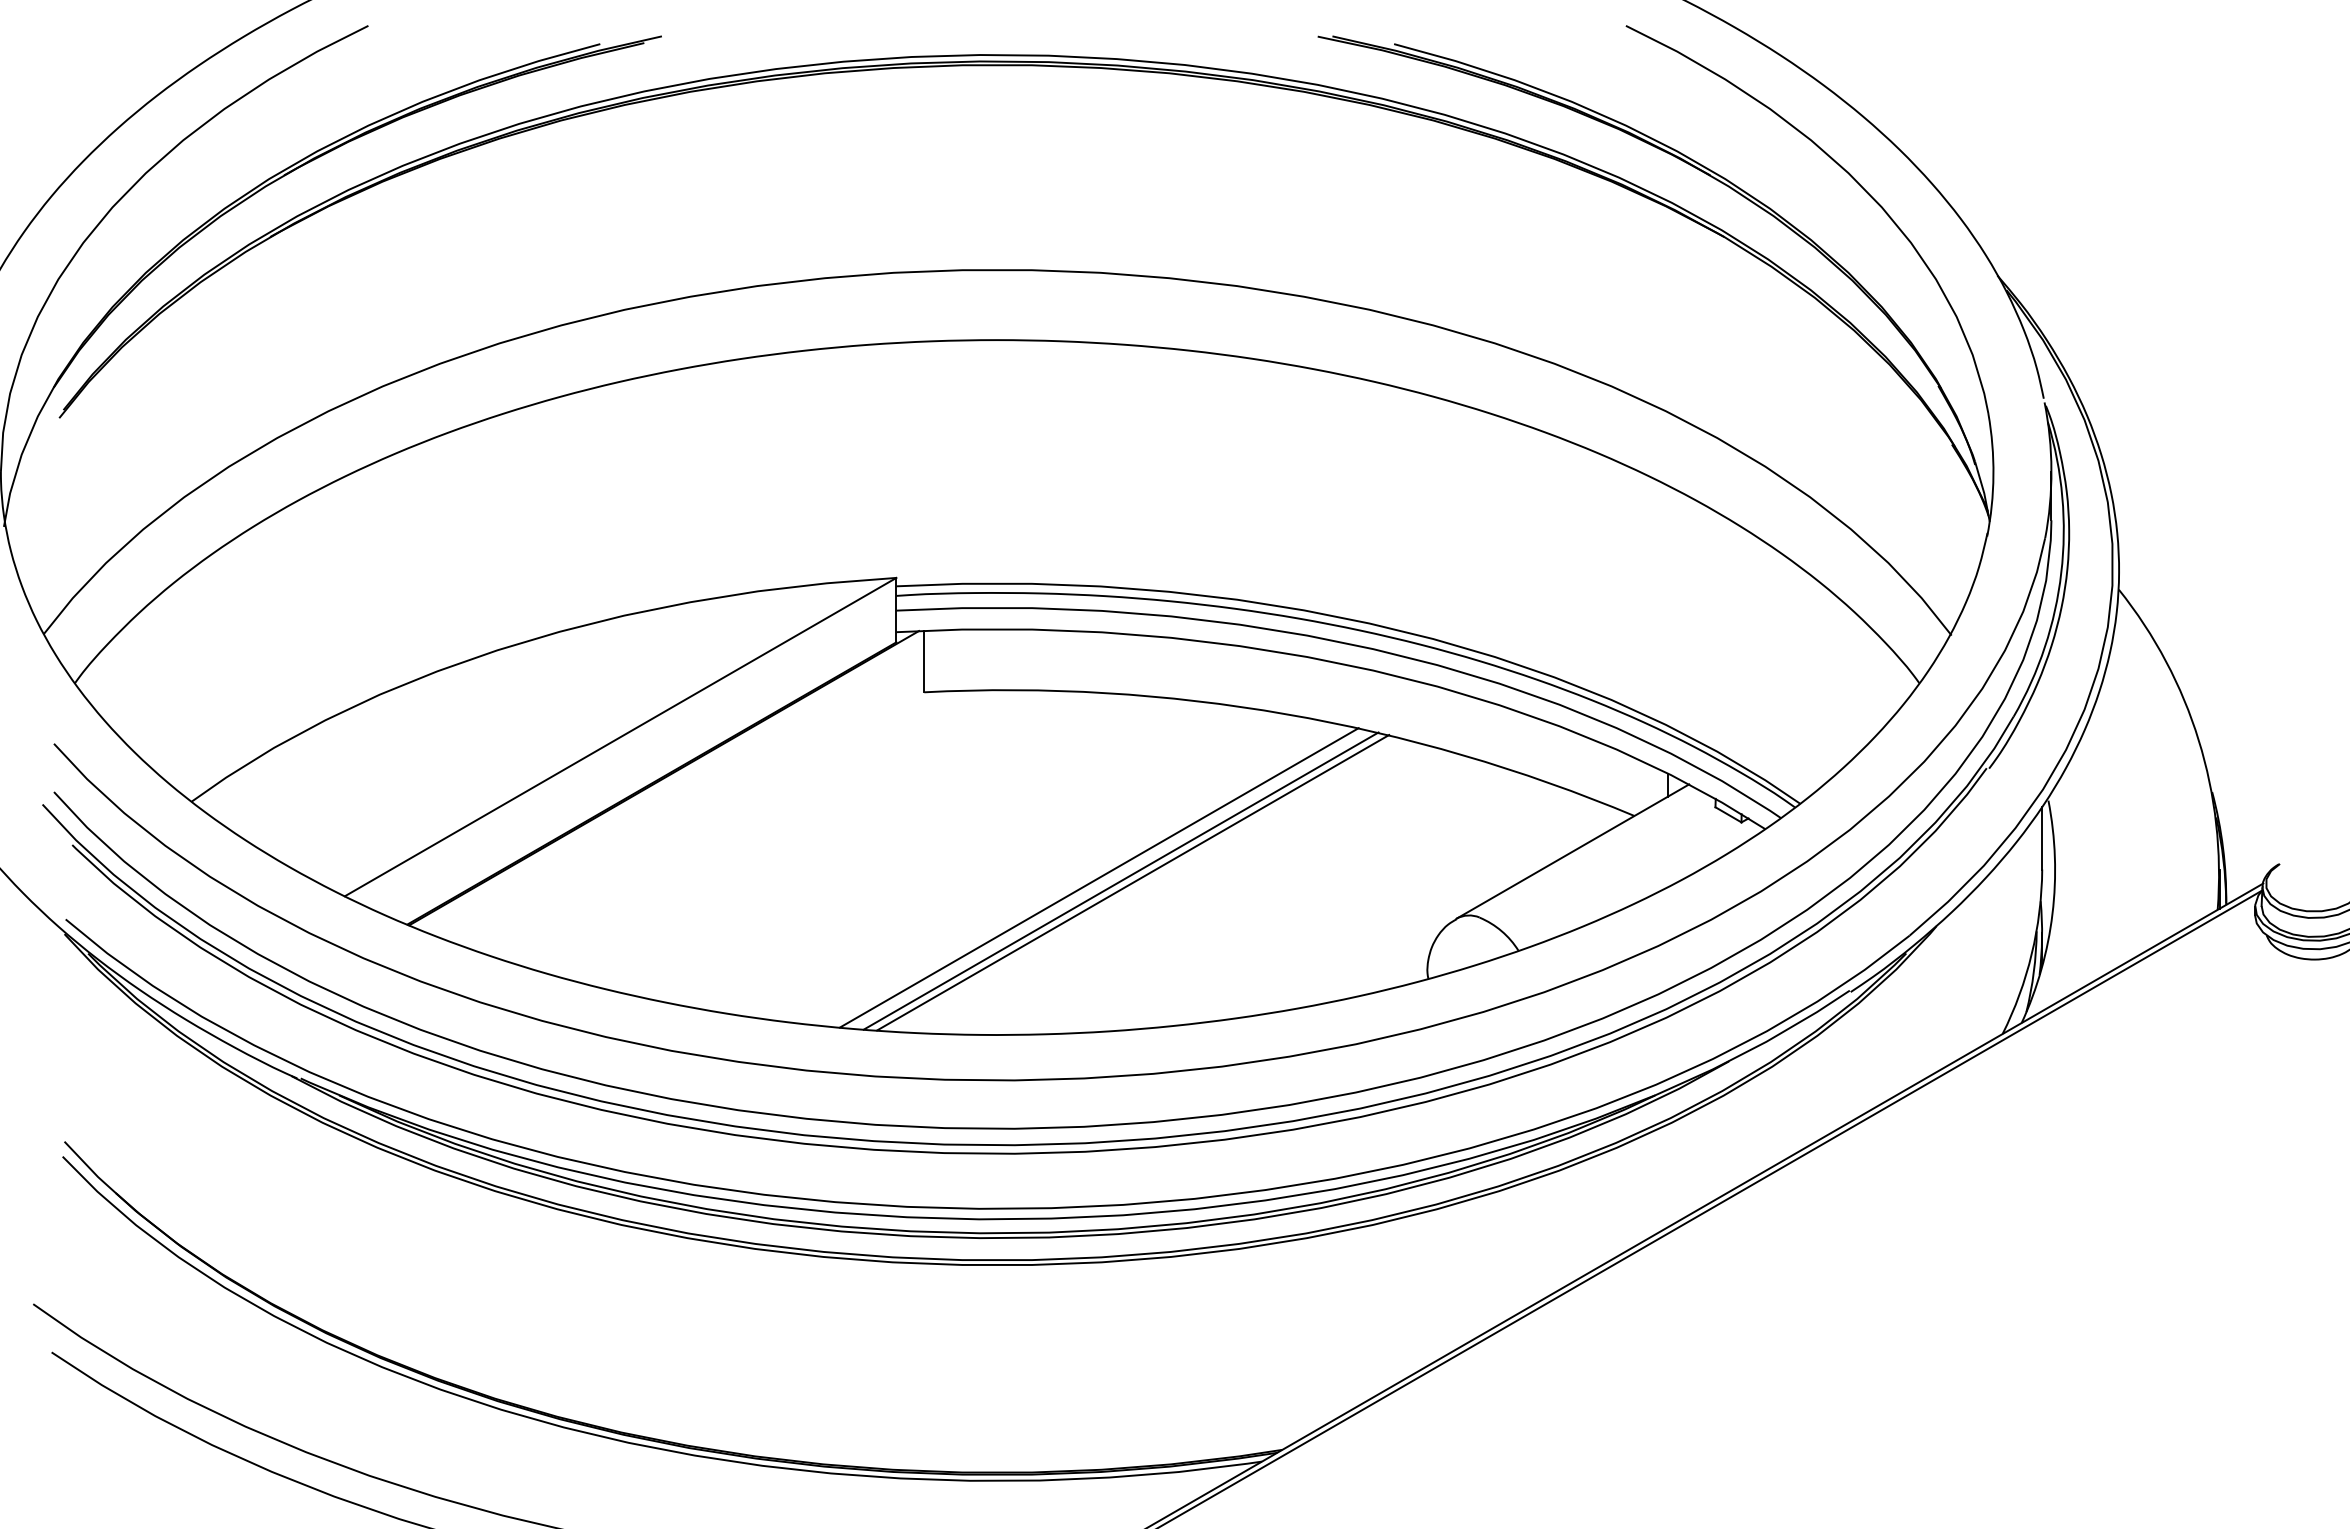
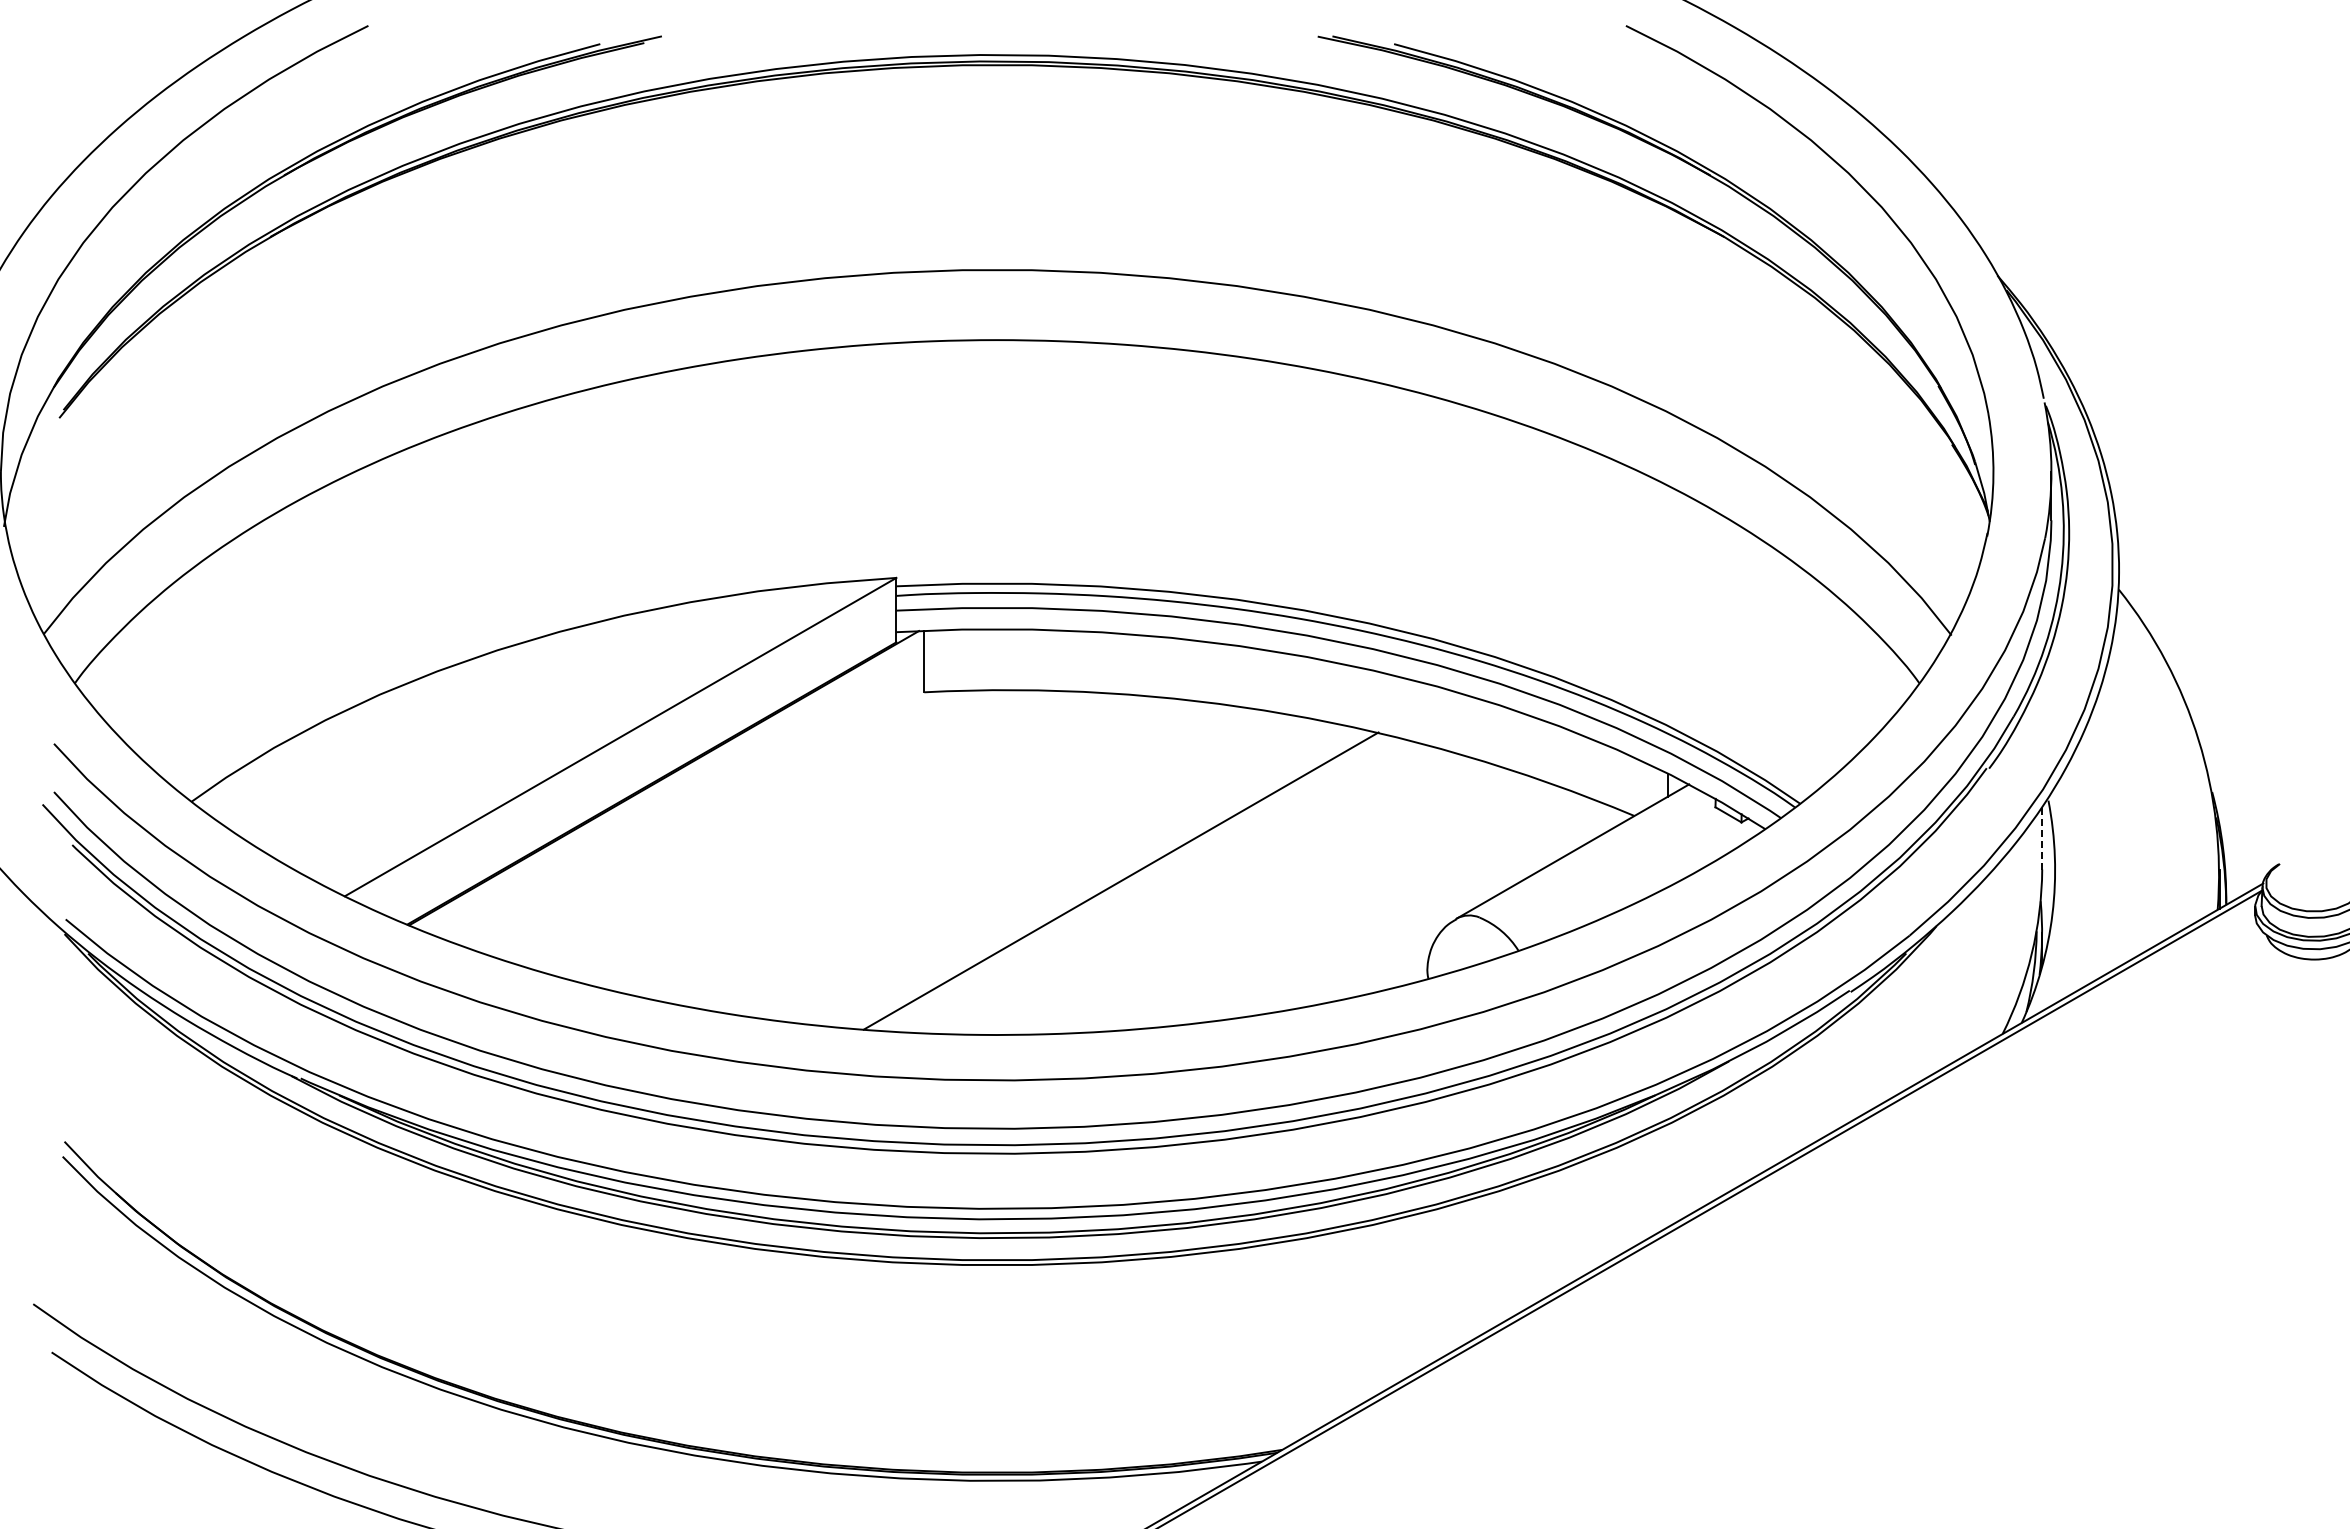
line at (2042, 837): solid -> dashed
line at (1098, 877): present -> none
line at (1133, 882): present -> none
